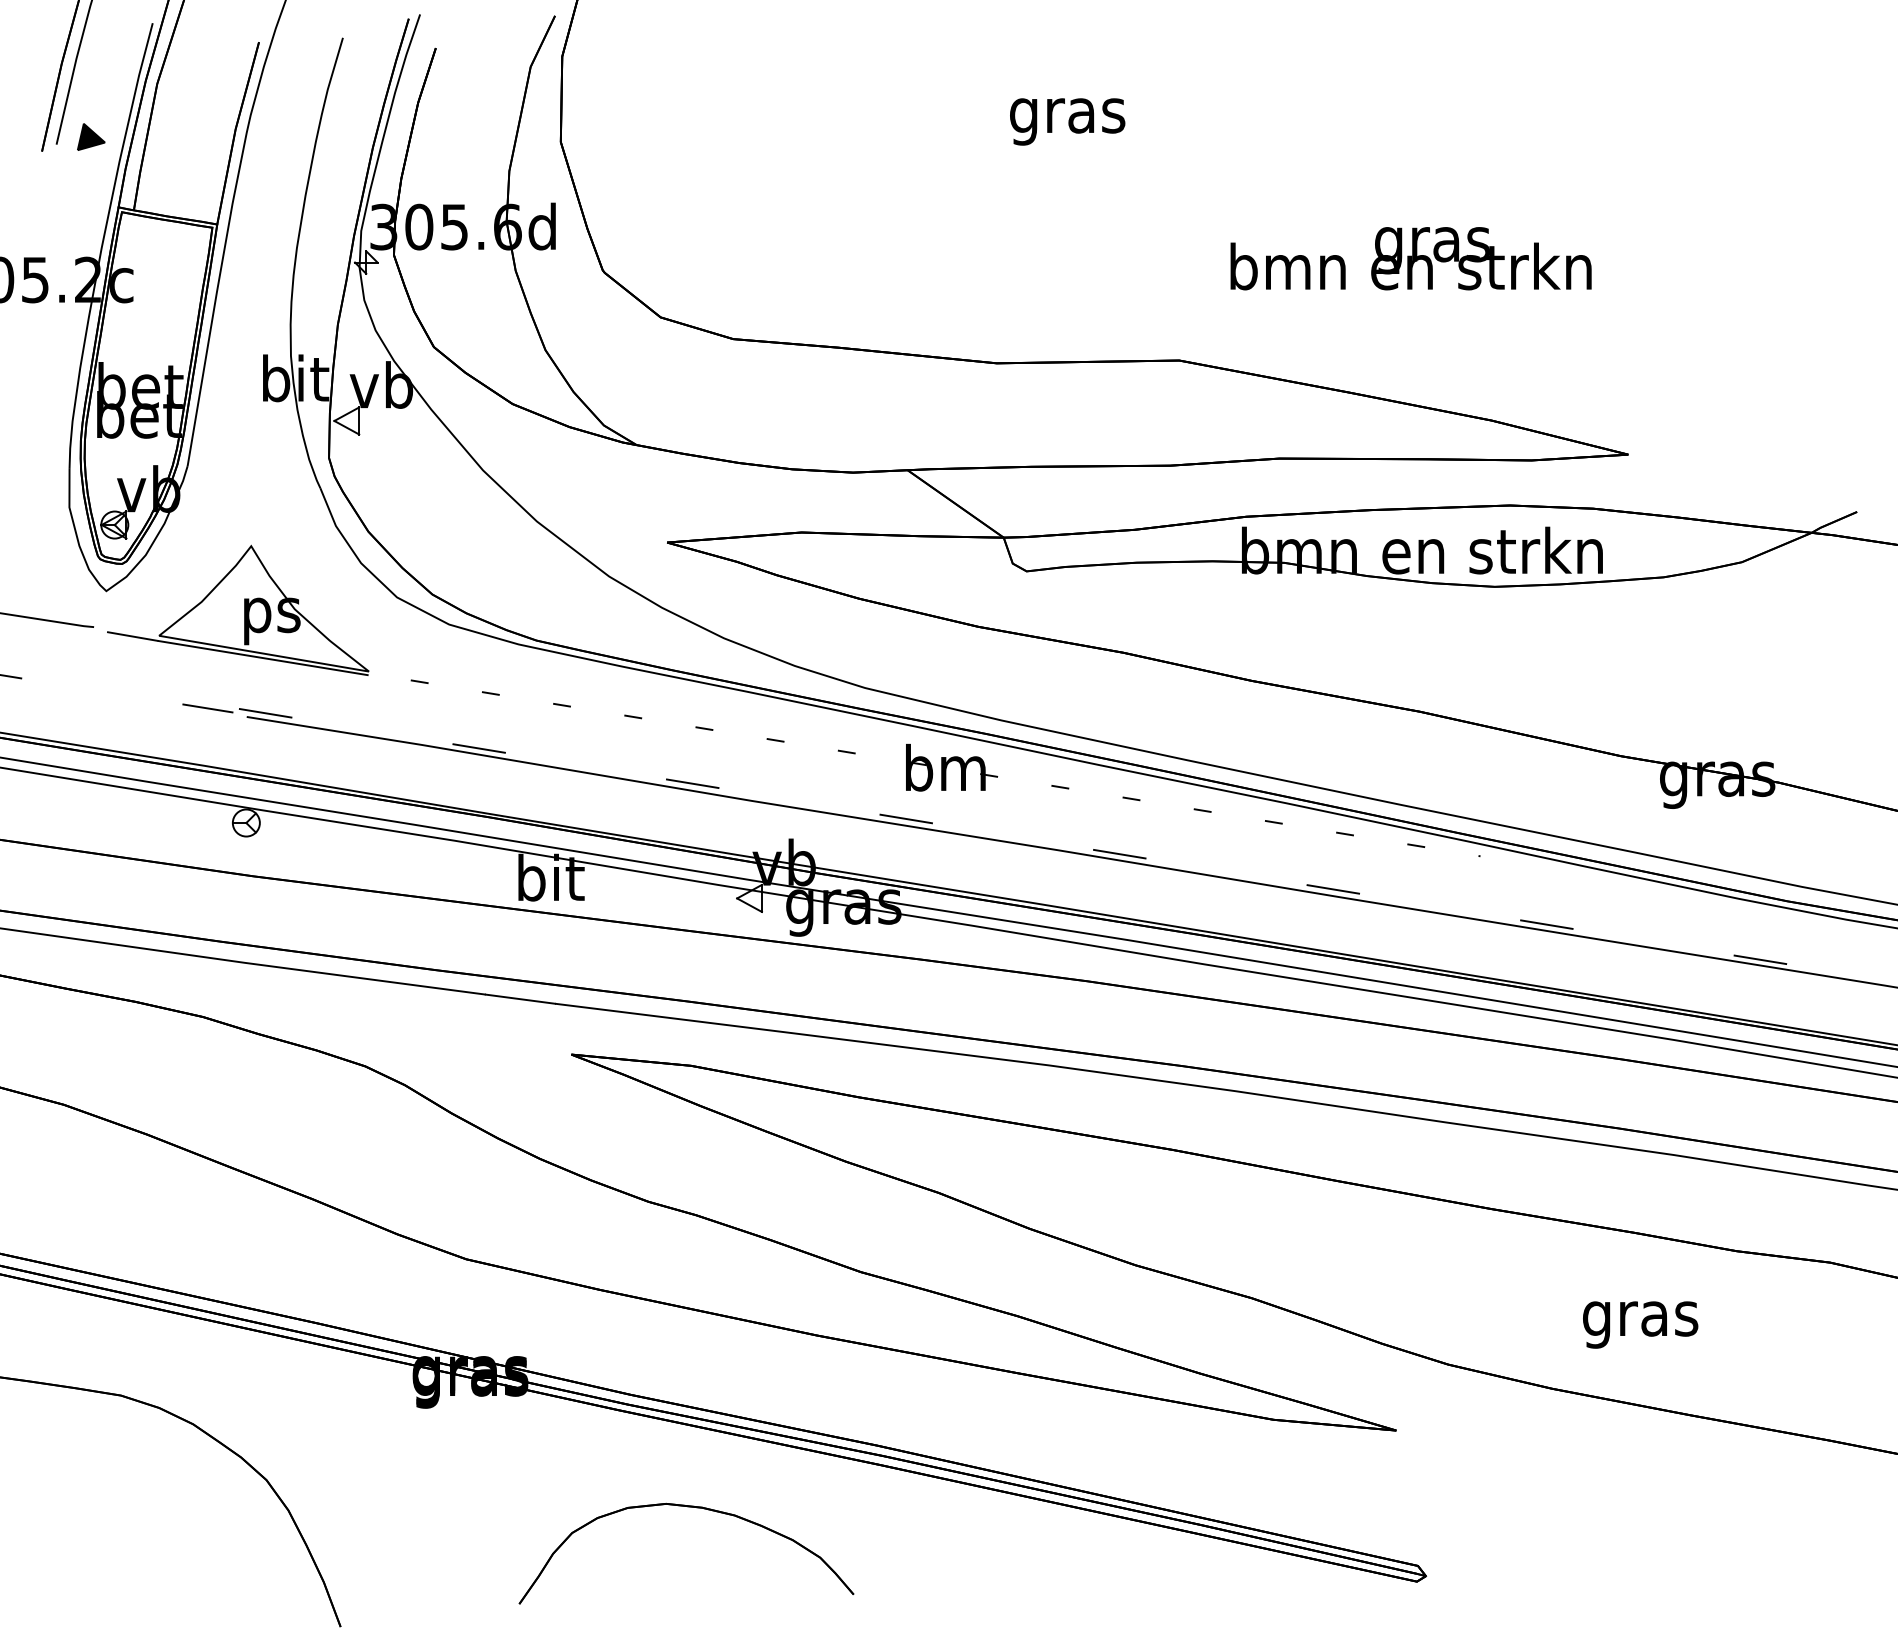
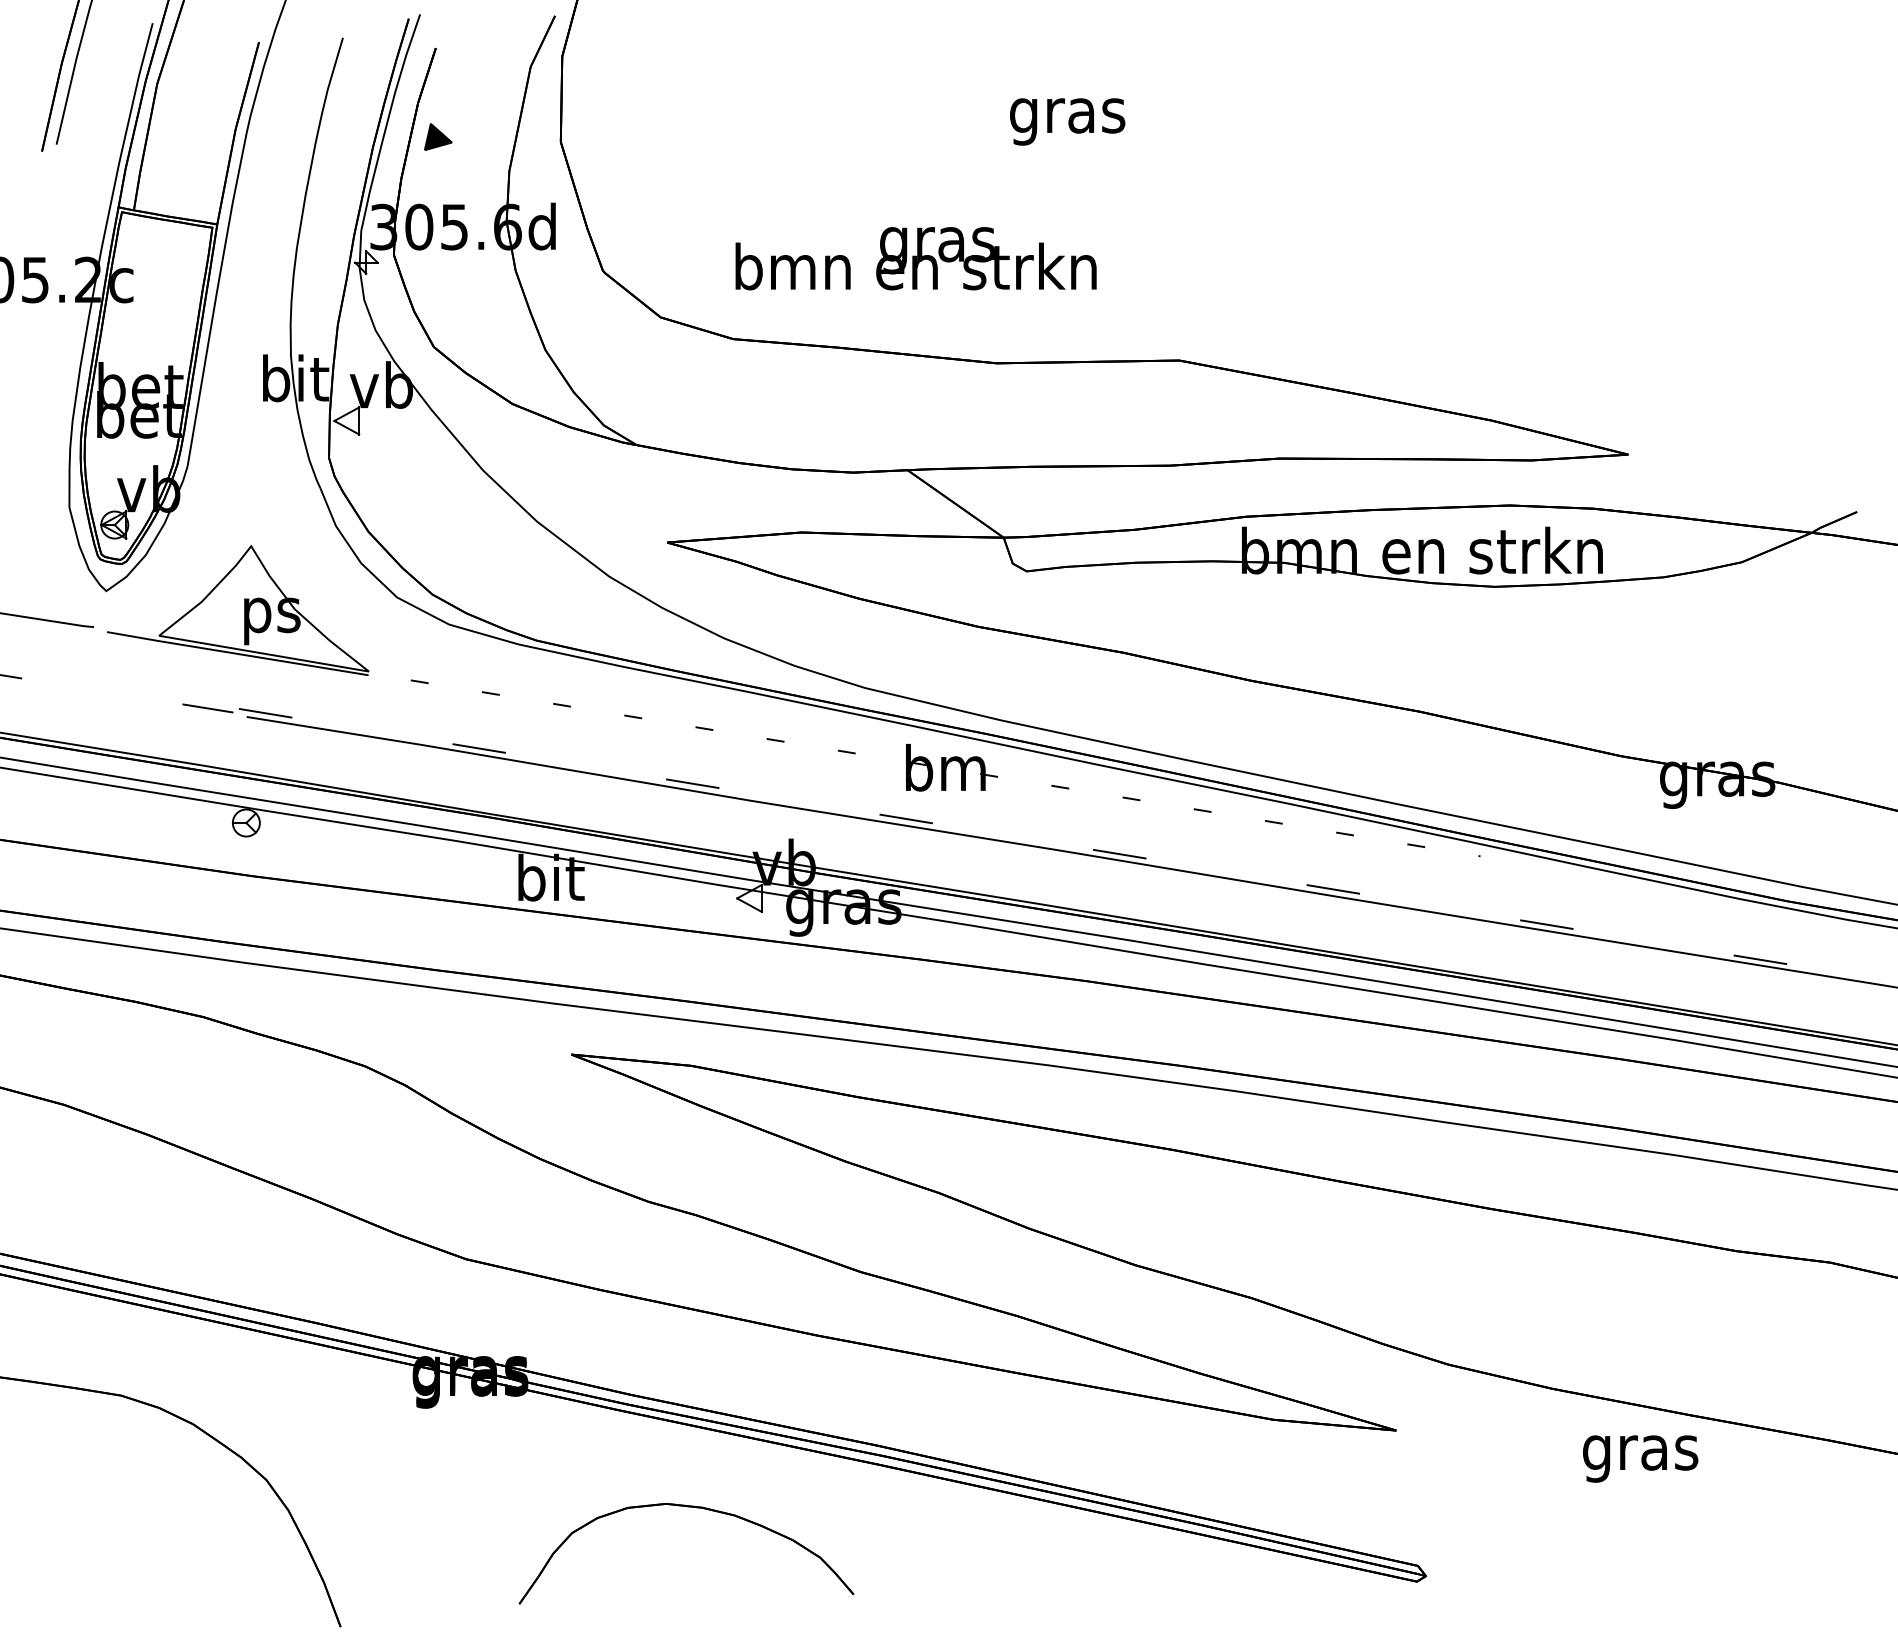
part at (91, 136) position: (91, 136) -> (438, 136)
text at (1410, 258) position: (1410, 258) -> (915, 258)
text at (1640, 1324) position: (1640, 1324) -> (1640, 1458)
